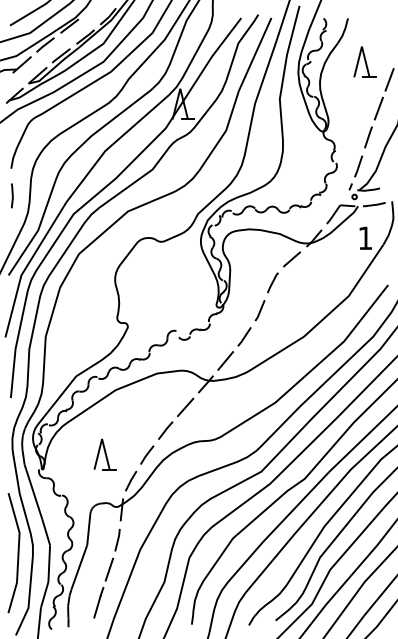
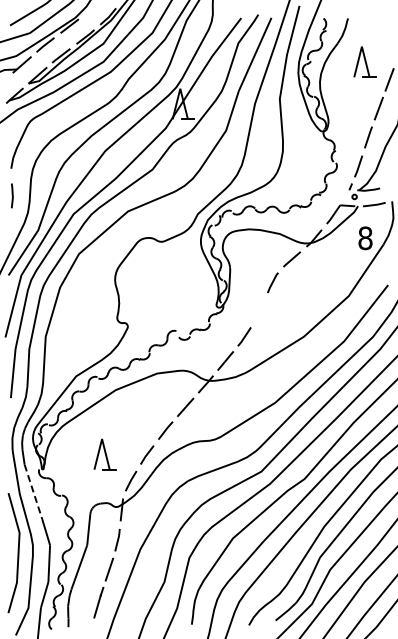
text at (365, 238): 1 -> 8
line at (259, 310): present -> none
line at (33, 491): solid -> dashed
